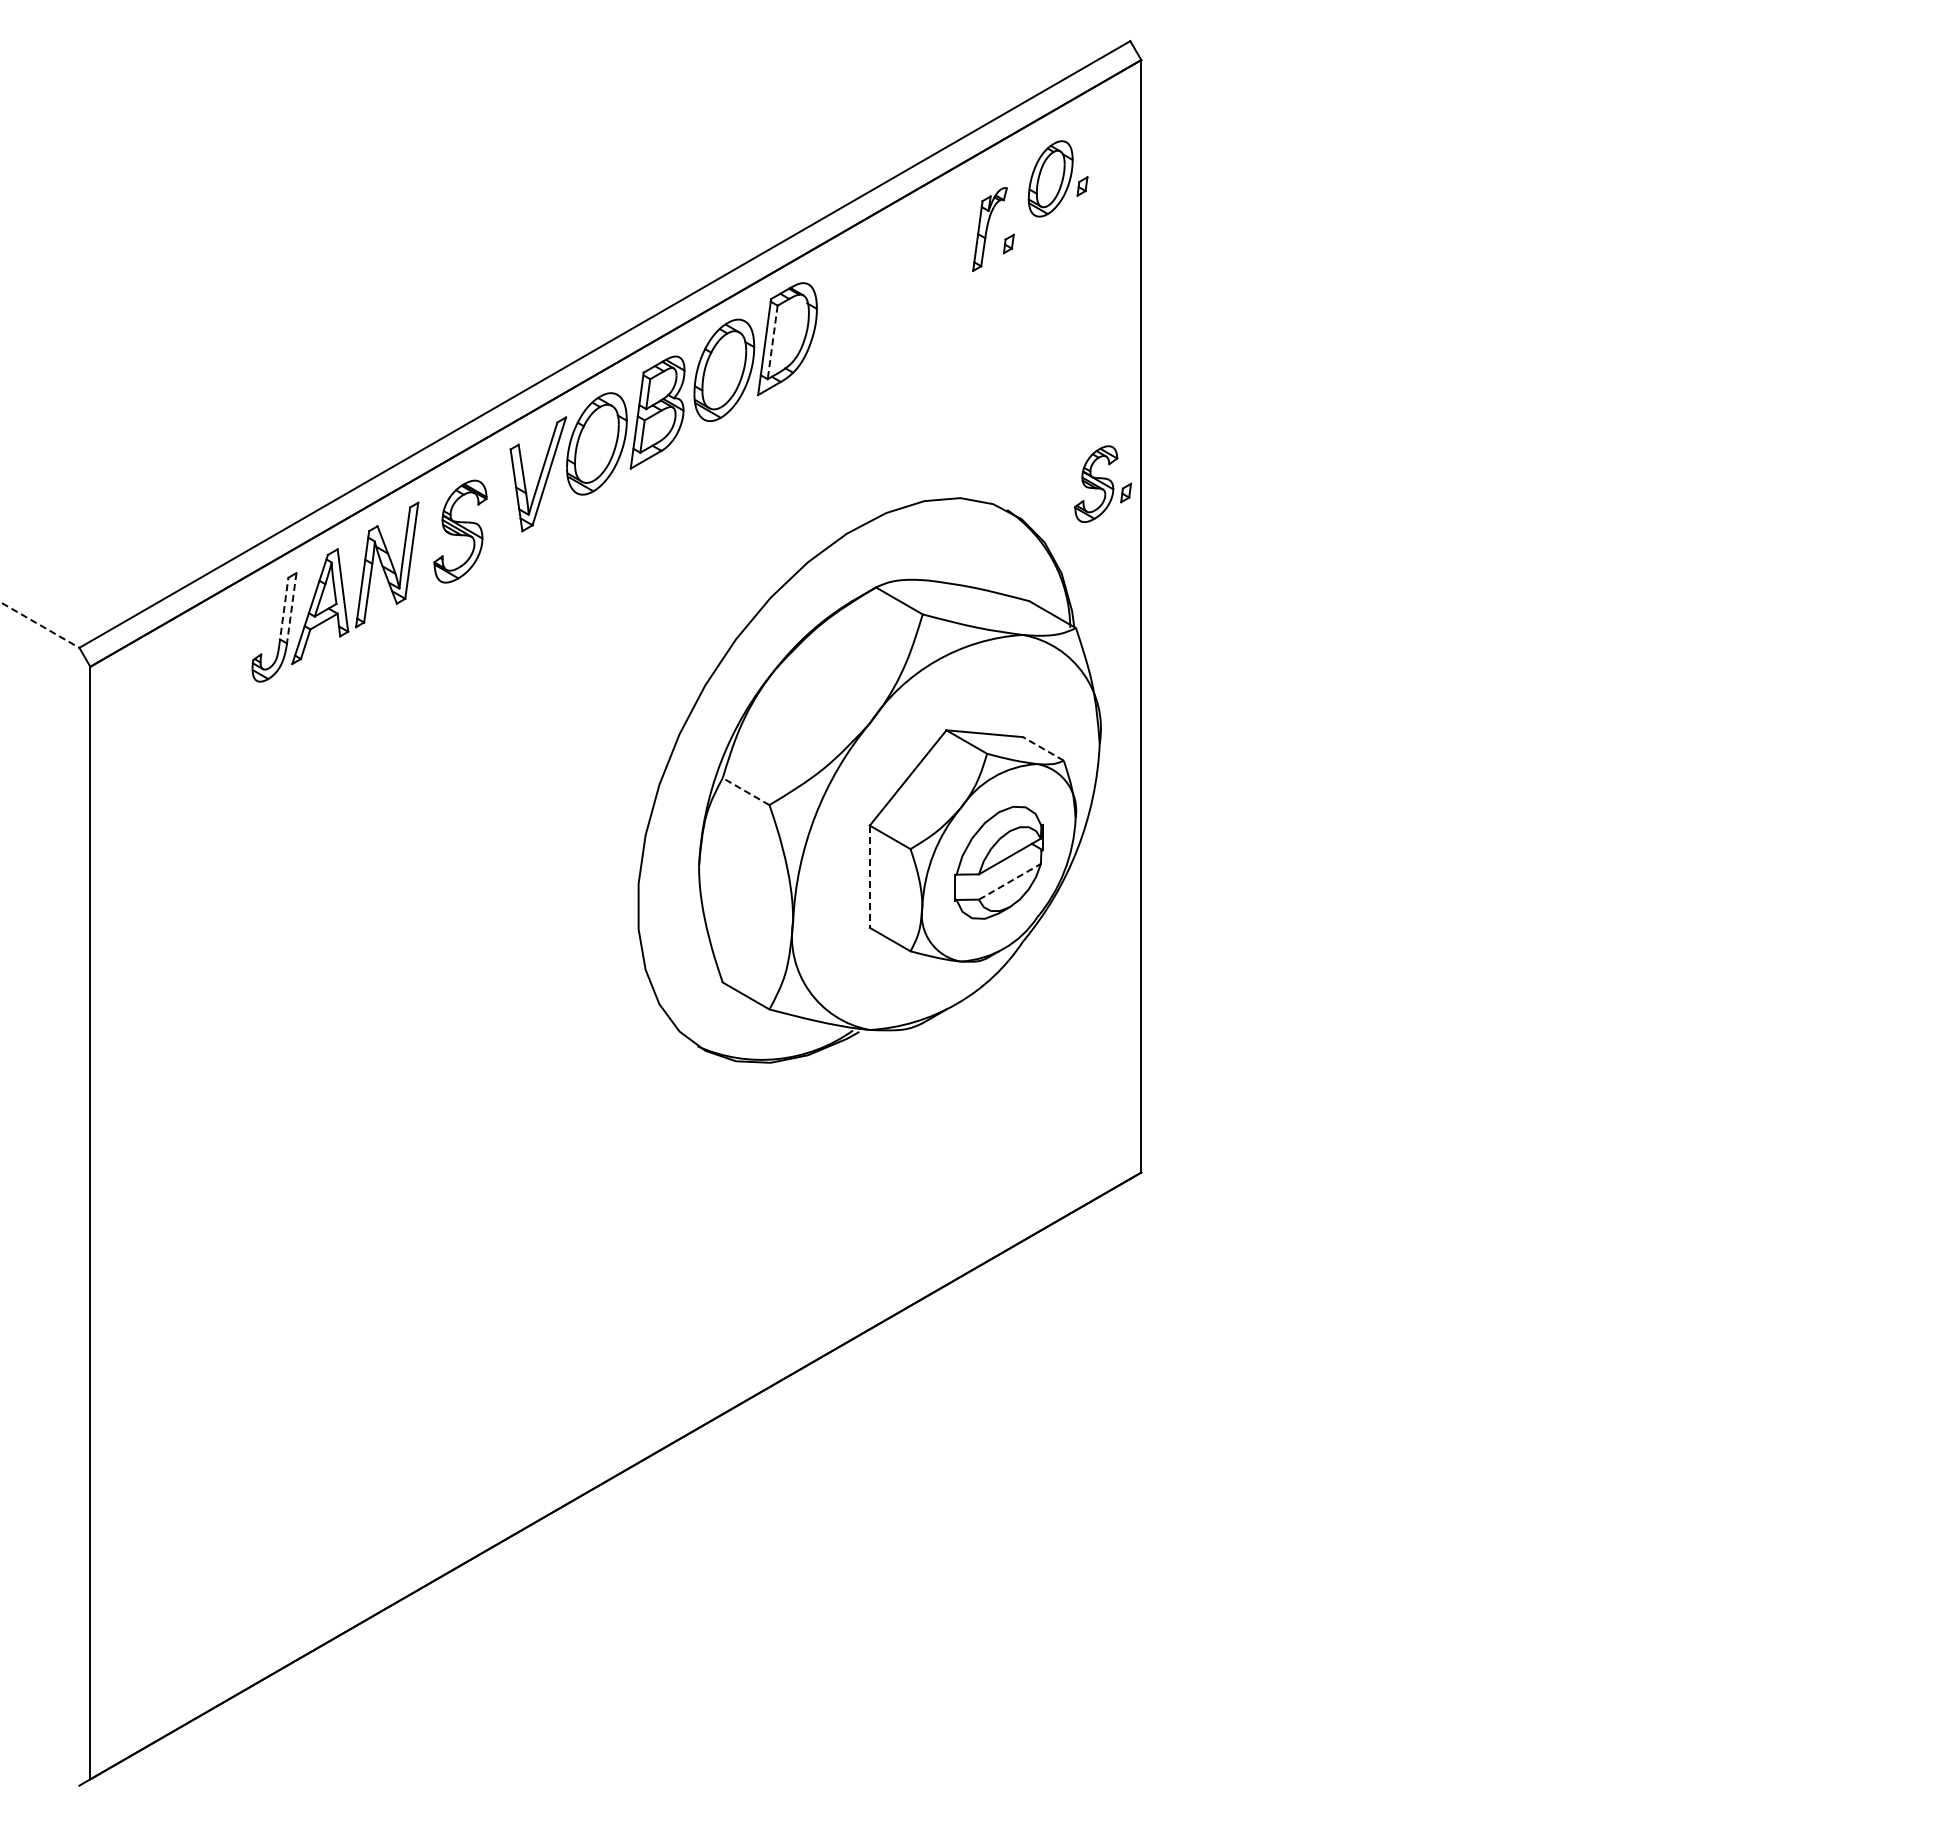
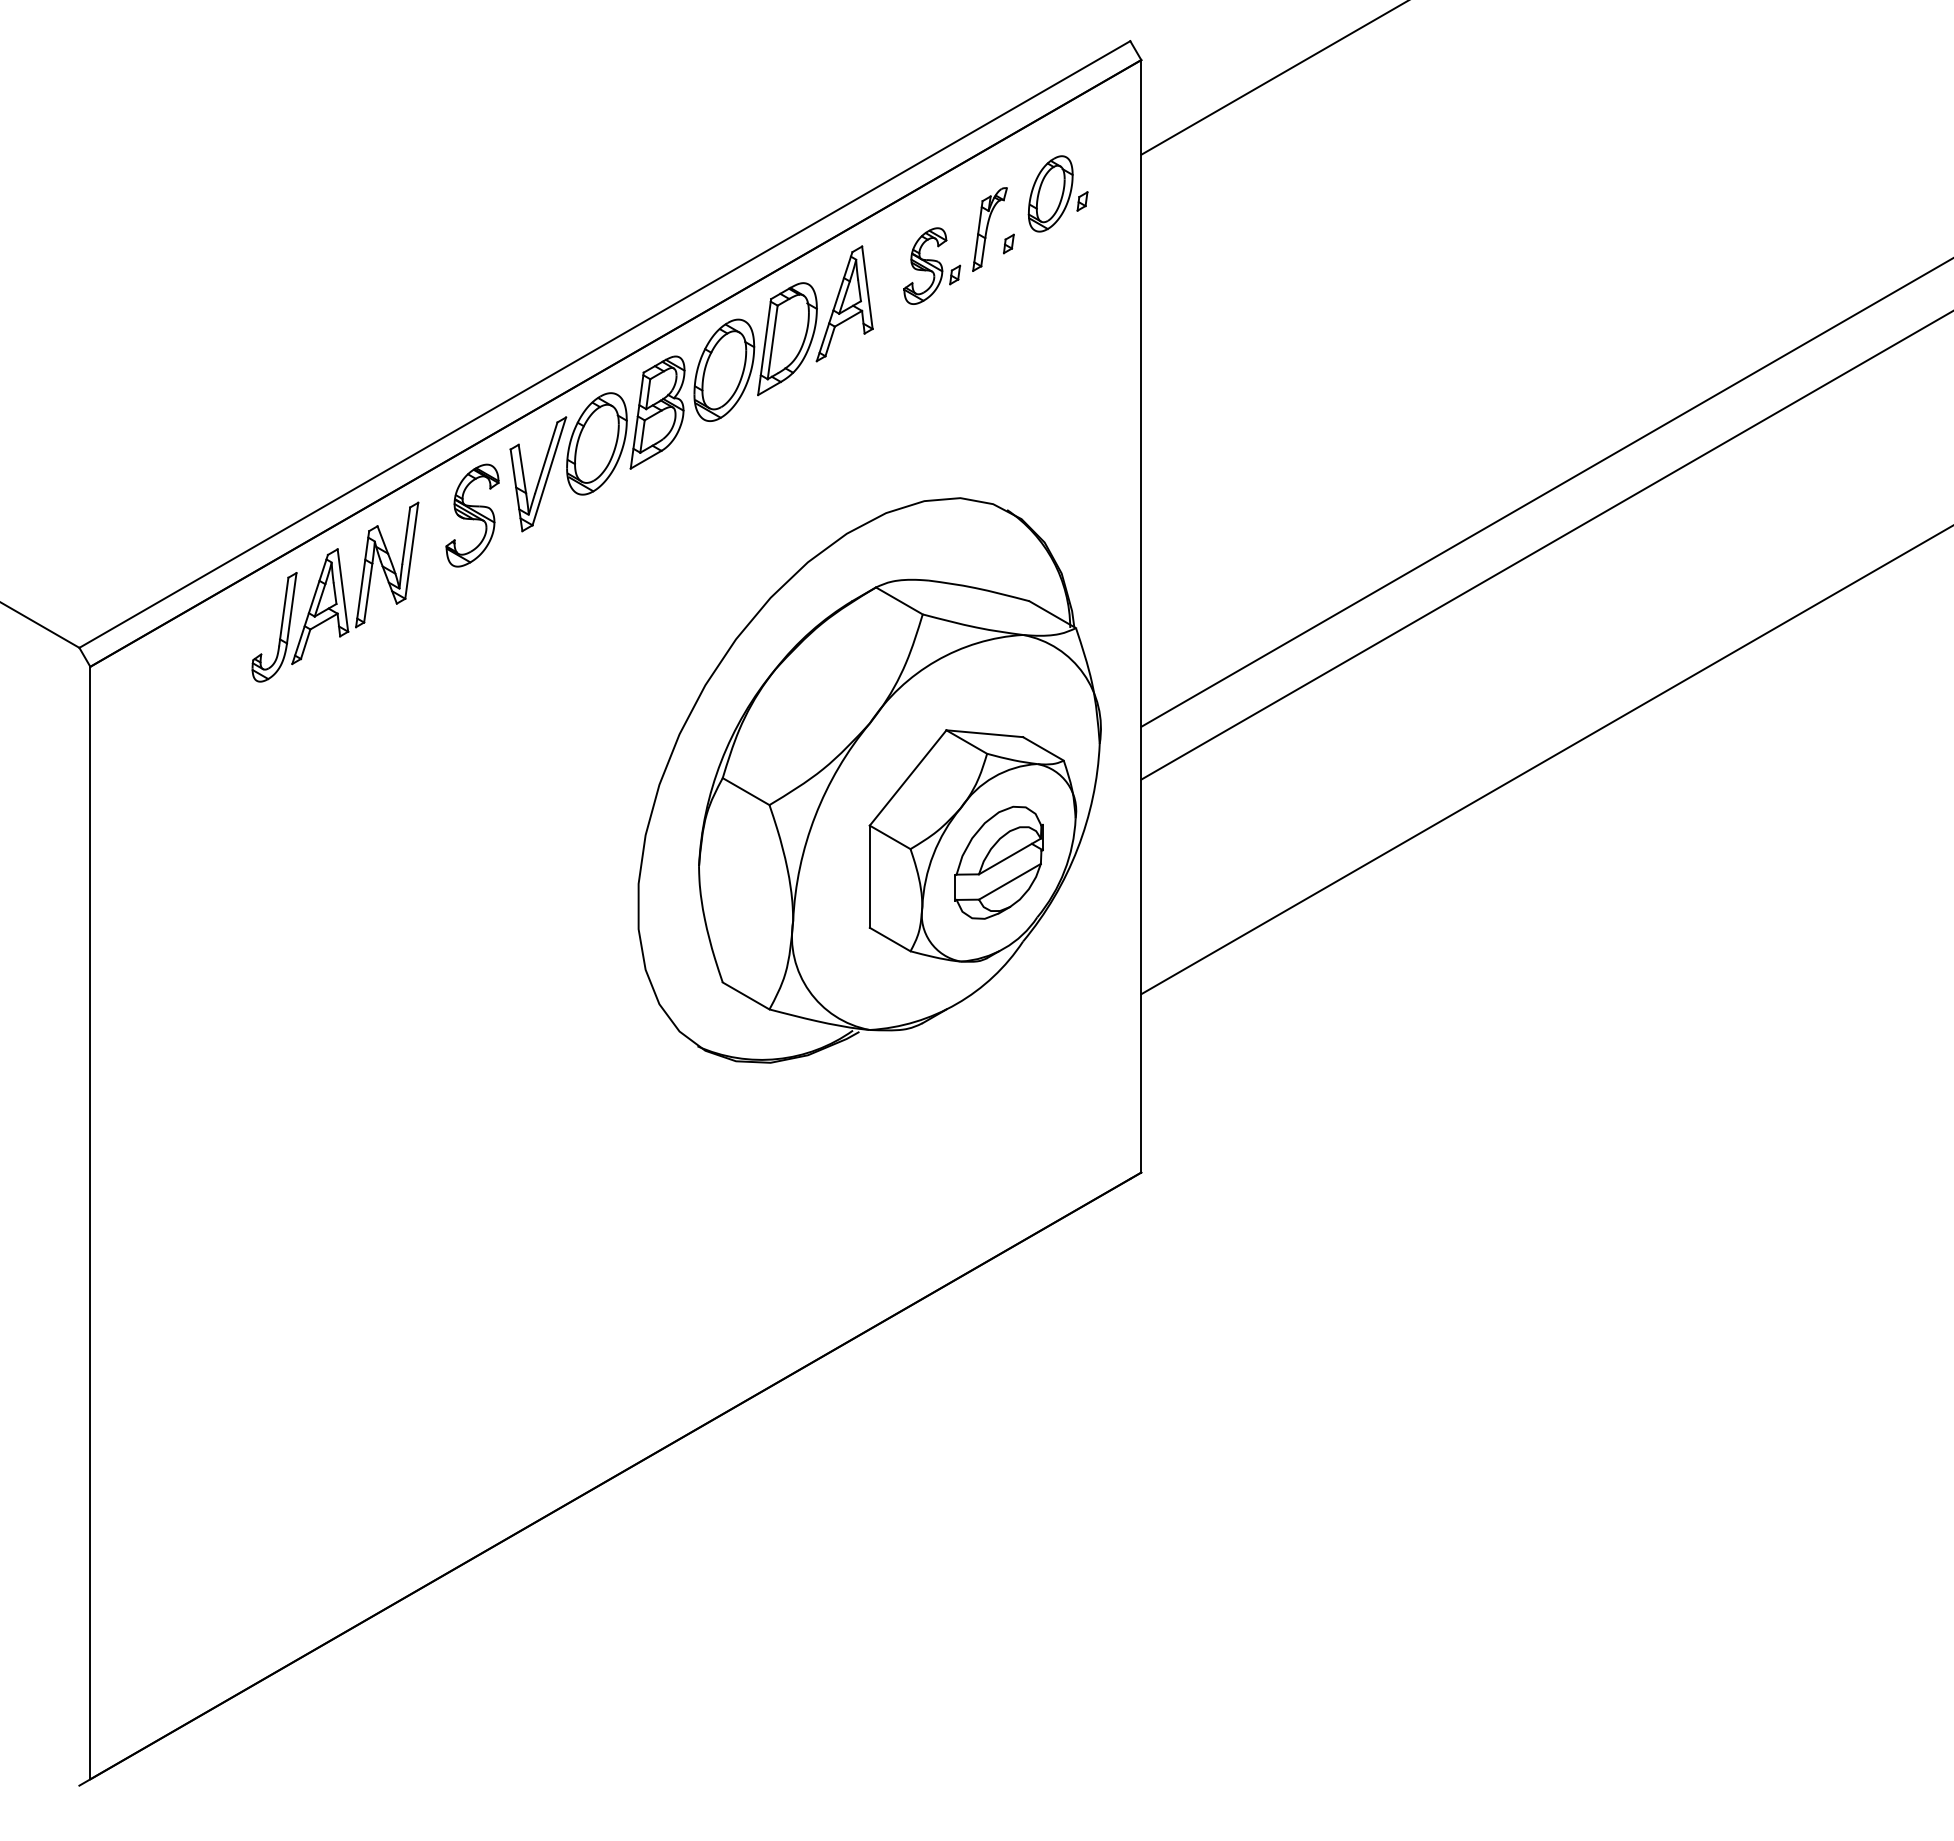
line at (1273, 78): none -> present
part at (1057, 178) position: (1057, 178) -> (1057, 193)
part at (844, 303): none -> present
line at (772, 342): dashed -> solid
part at (1103, 483) position: (1103, 483) -> (932, 265)
line at (1545, 492): none -> present
part at (460, 531) position: (460, 531) -> (472, 515)
line at (1545, 545): none -> present
line at (291, 608): dashed -> solid
line at (283, 611): dashed -> solid
line at (40, 625): dashed -> solid
line at (1043, 748): dashed -> solid
line at (1545, 760): none -> present
line at (746, 791): dashed -> solid
line at (869, 877): dashed -> solid
line at (1009, 881): dashed -> solid
